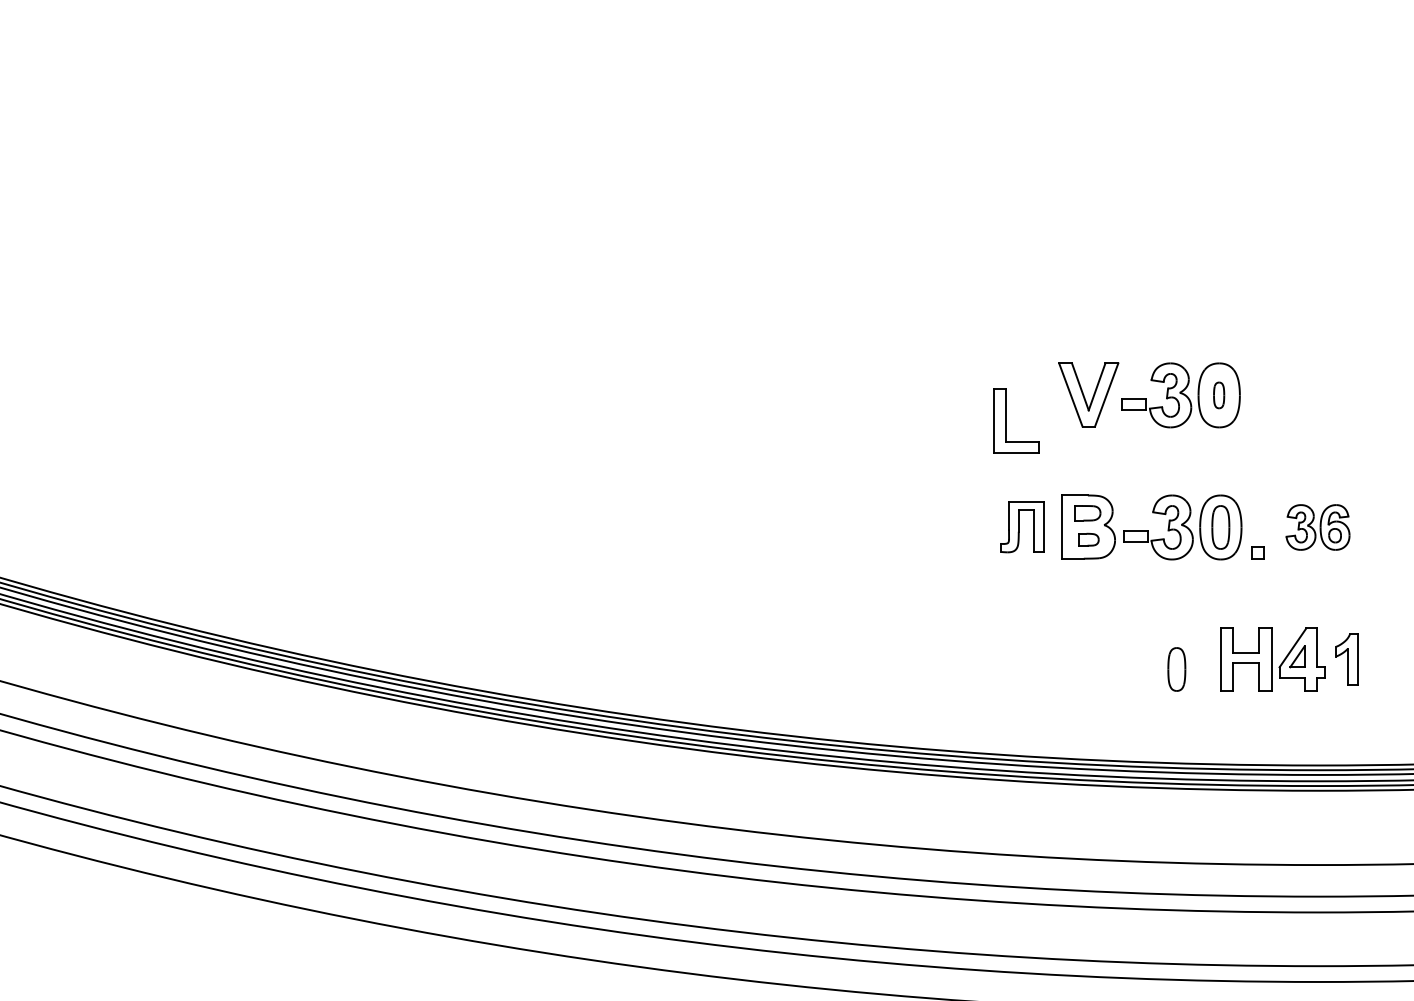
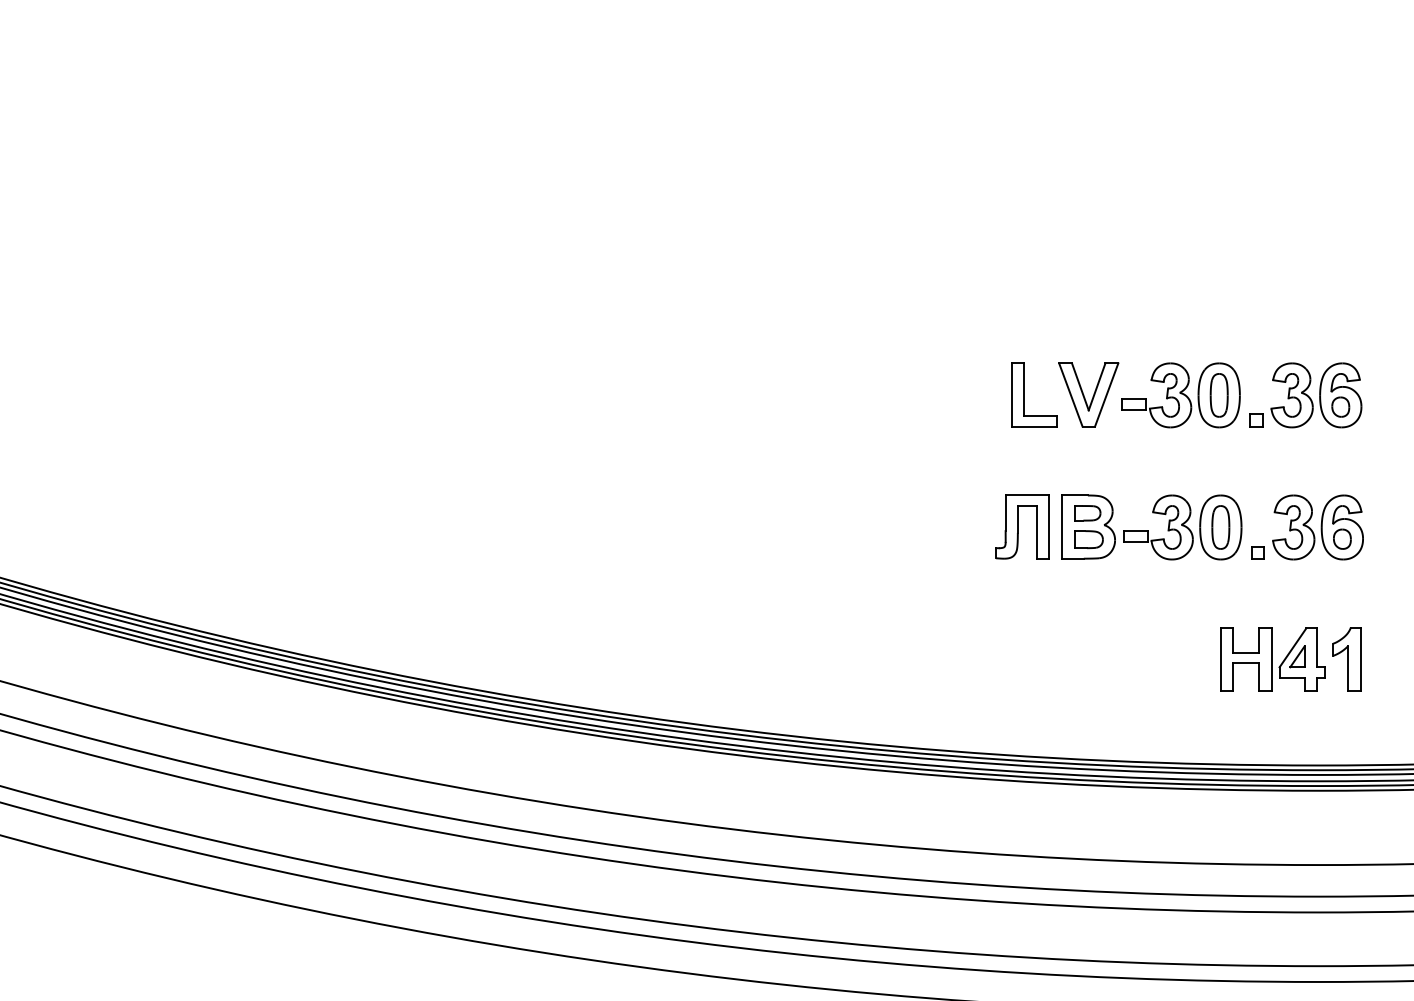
part at (1219, 395) size: 13x29 px -> 20x45 px
part at (1305, 395): none -> present
part at (1006, 420) position: (1006, 420) -> (1024, 394)
part at (1022, 527) size: 45x53 px -> 55x66 px
part at (1317, 527) size: 66x47 px -> 92x67 px
part at (1088, 539) size: 22x15 px -> 30x20 px
part at (1346, 659) size: 24x53 px -> 30x65 px
part at (1176, 669): present -> none
